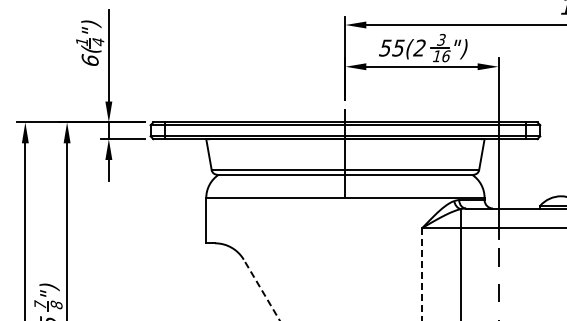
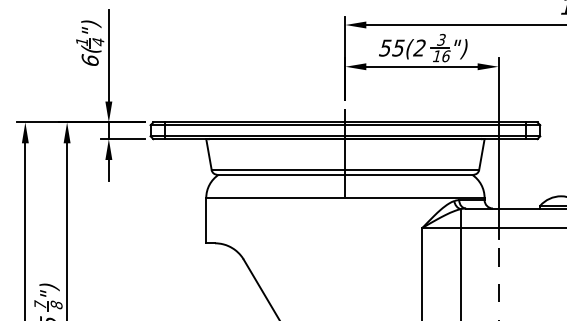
line at (422, 274): dashed -> solid
line at (261, 289): dashed -> solid
